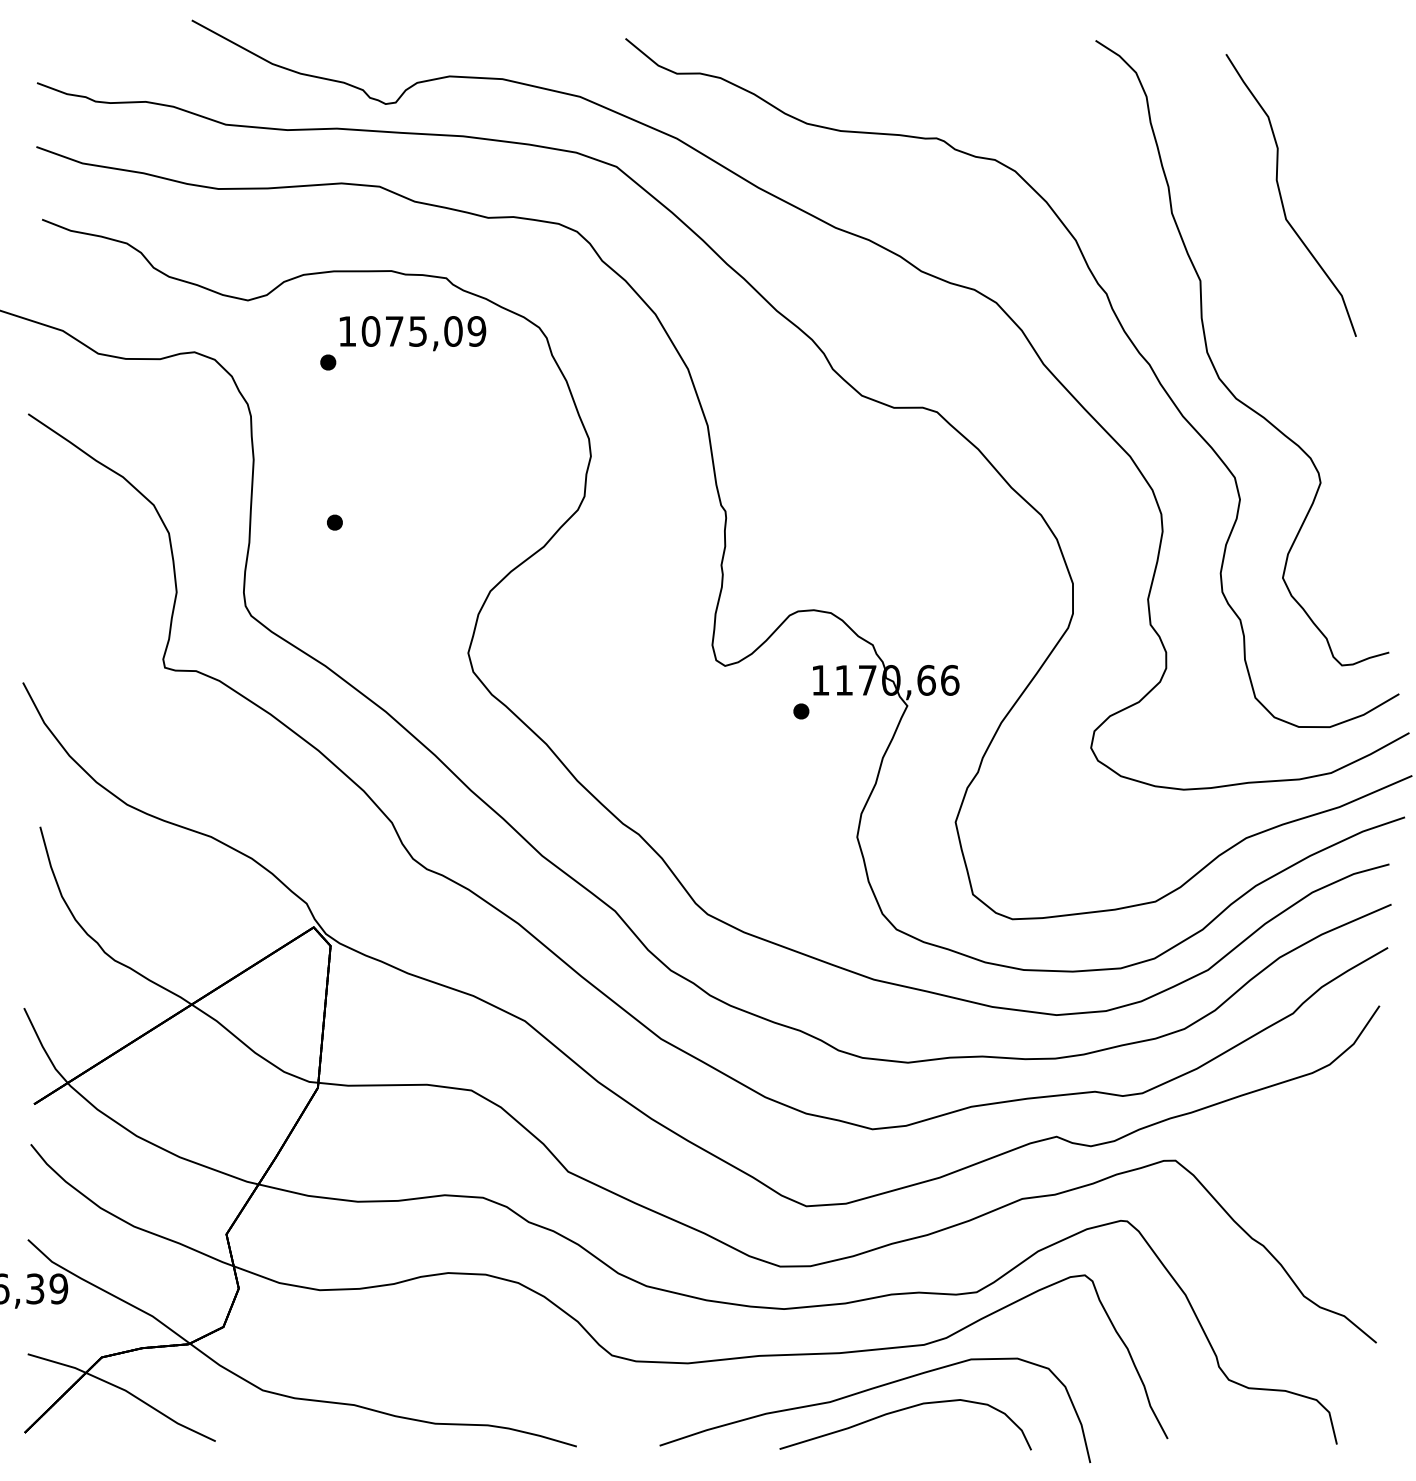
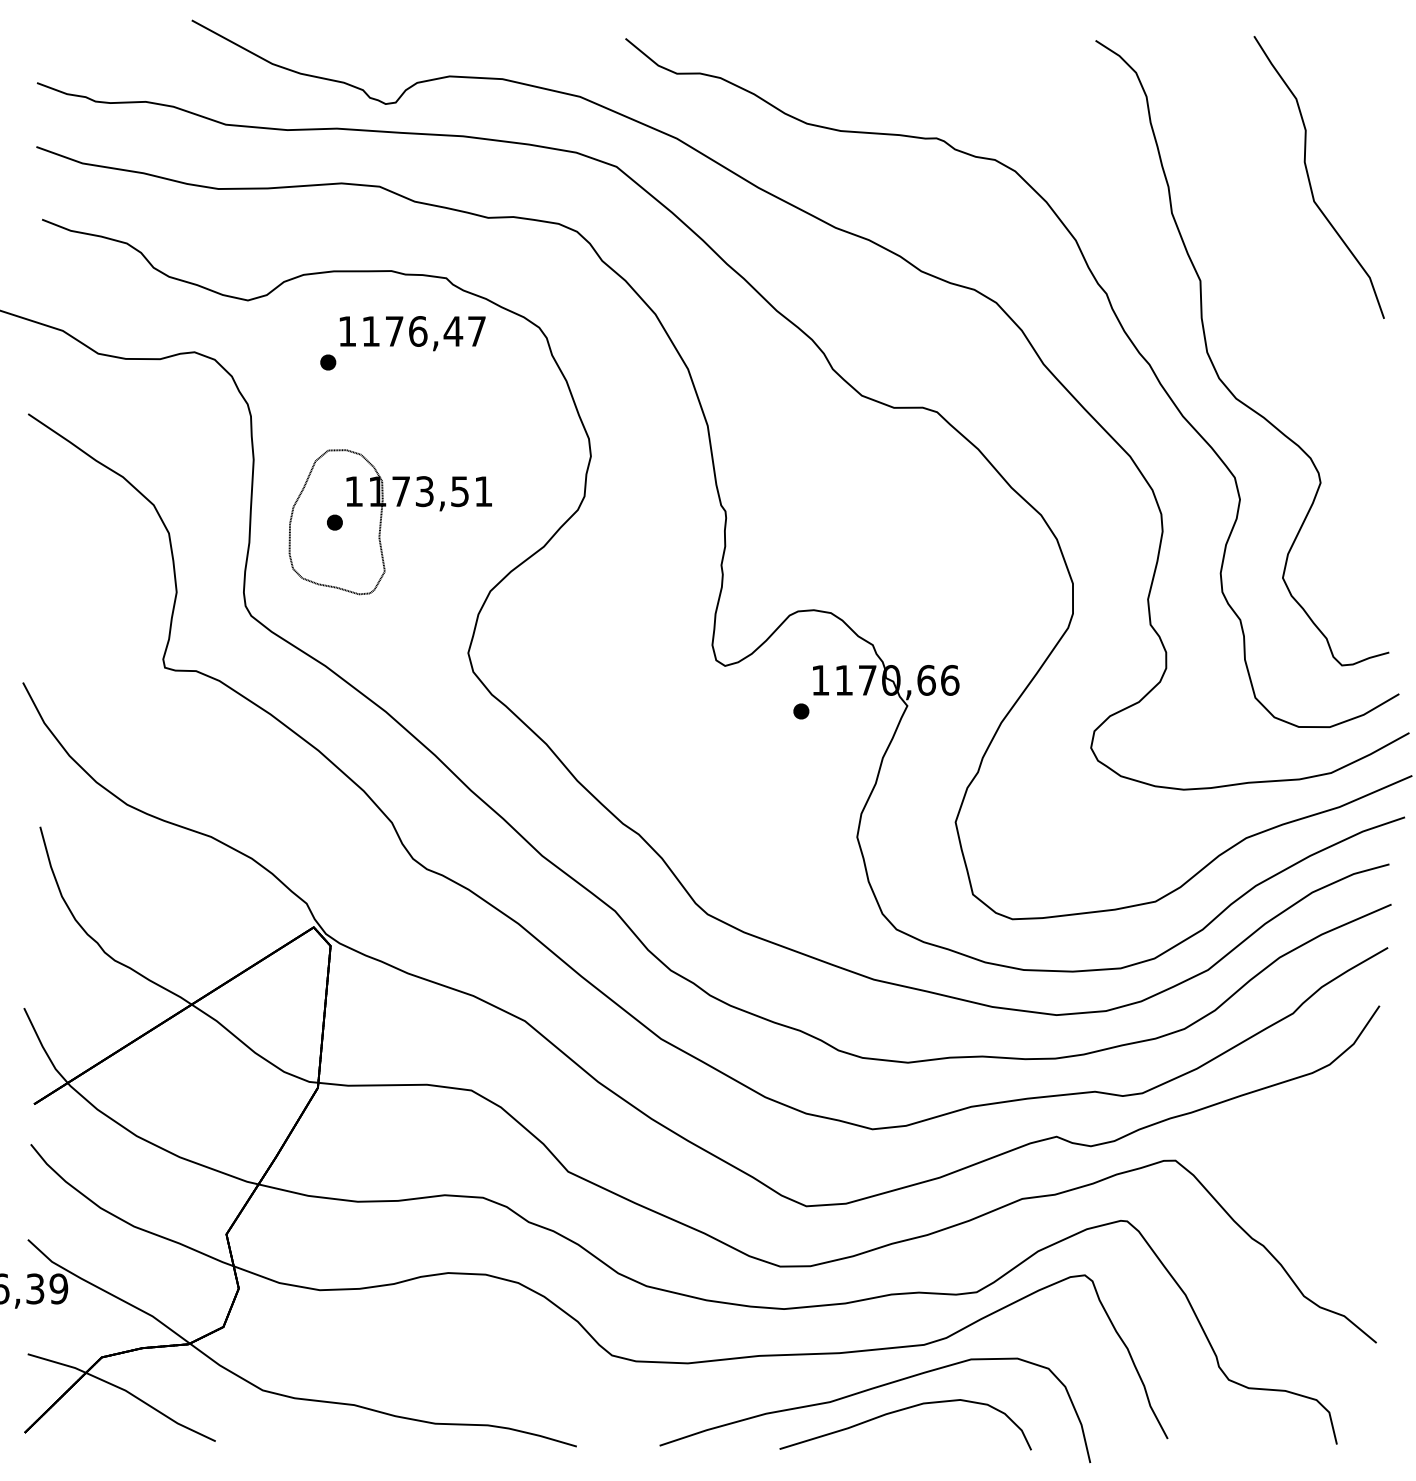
curve at (1282, 198) position: (1282, 198) -> (1310, 180)
text at (423, 331): 1075,09 -> 1176,47
part at (381, 522): none -> present
